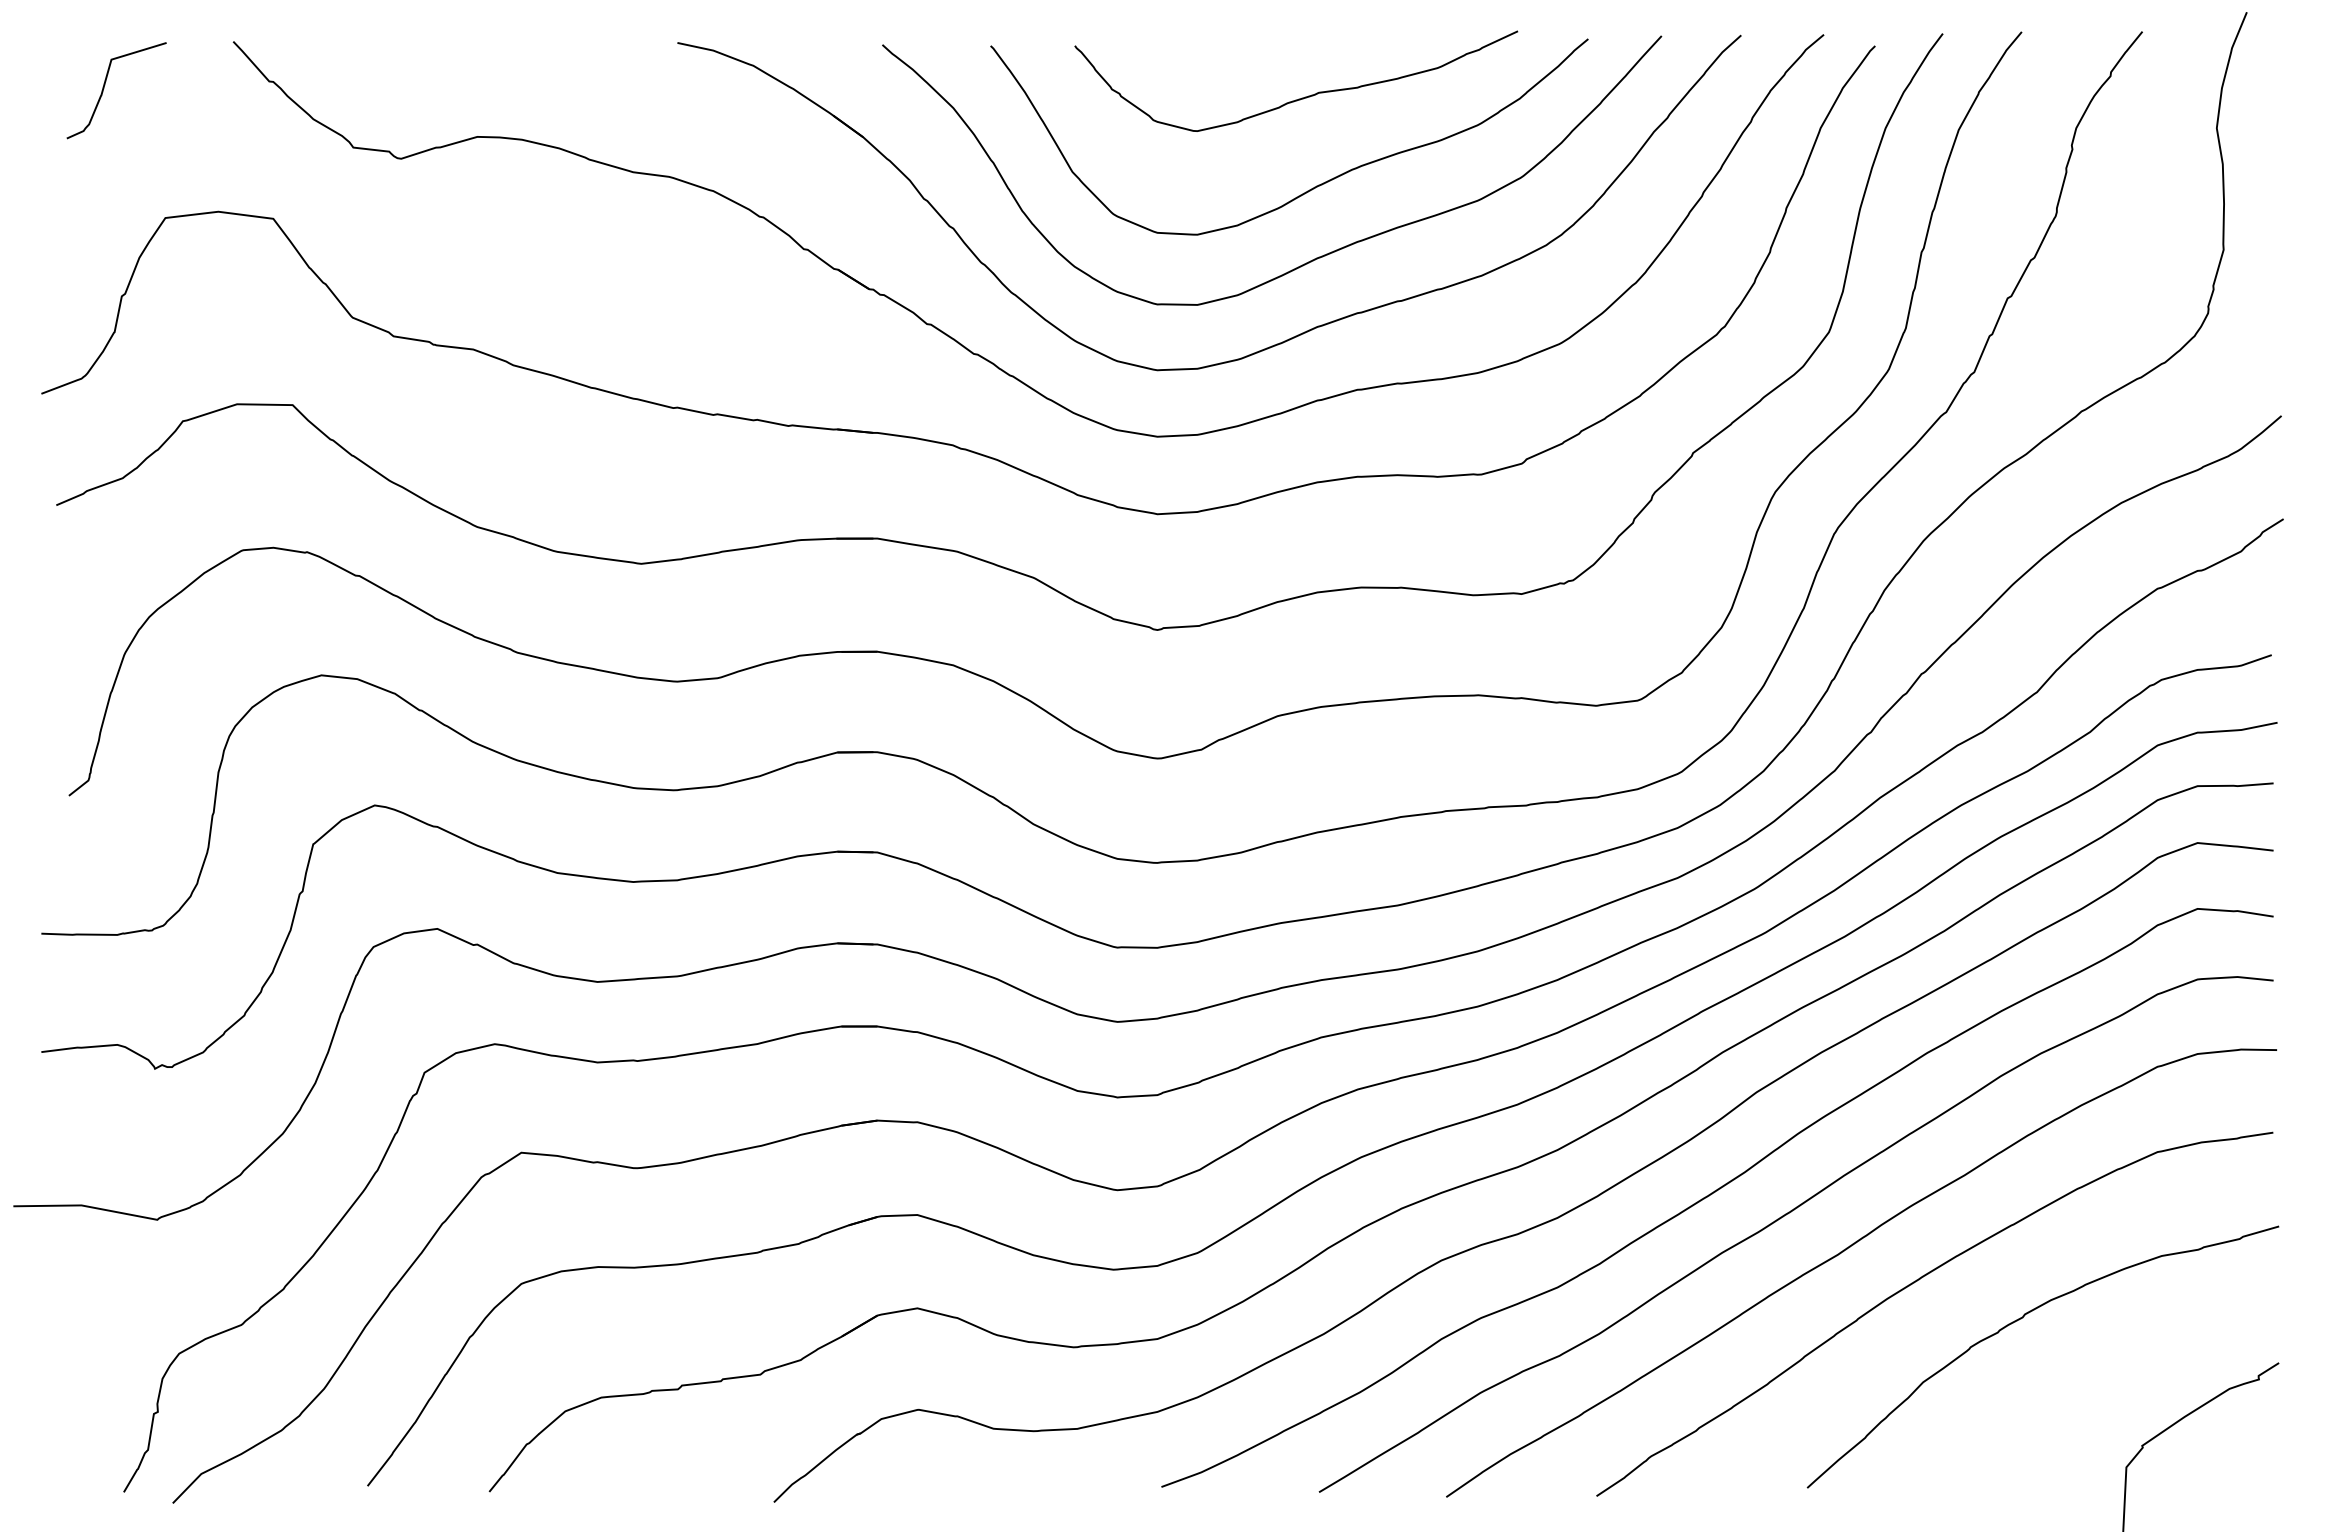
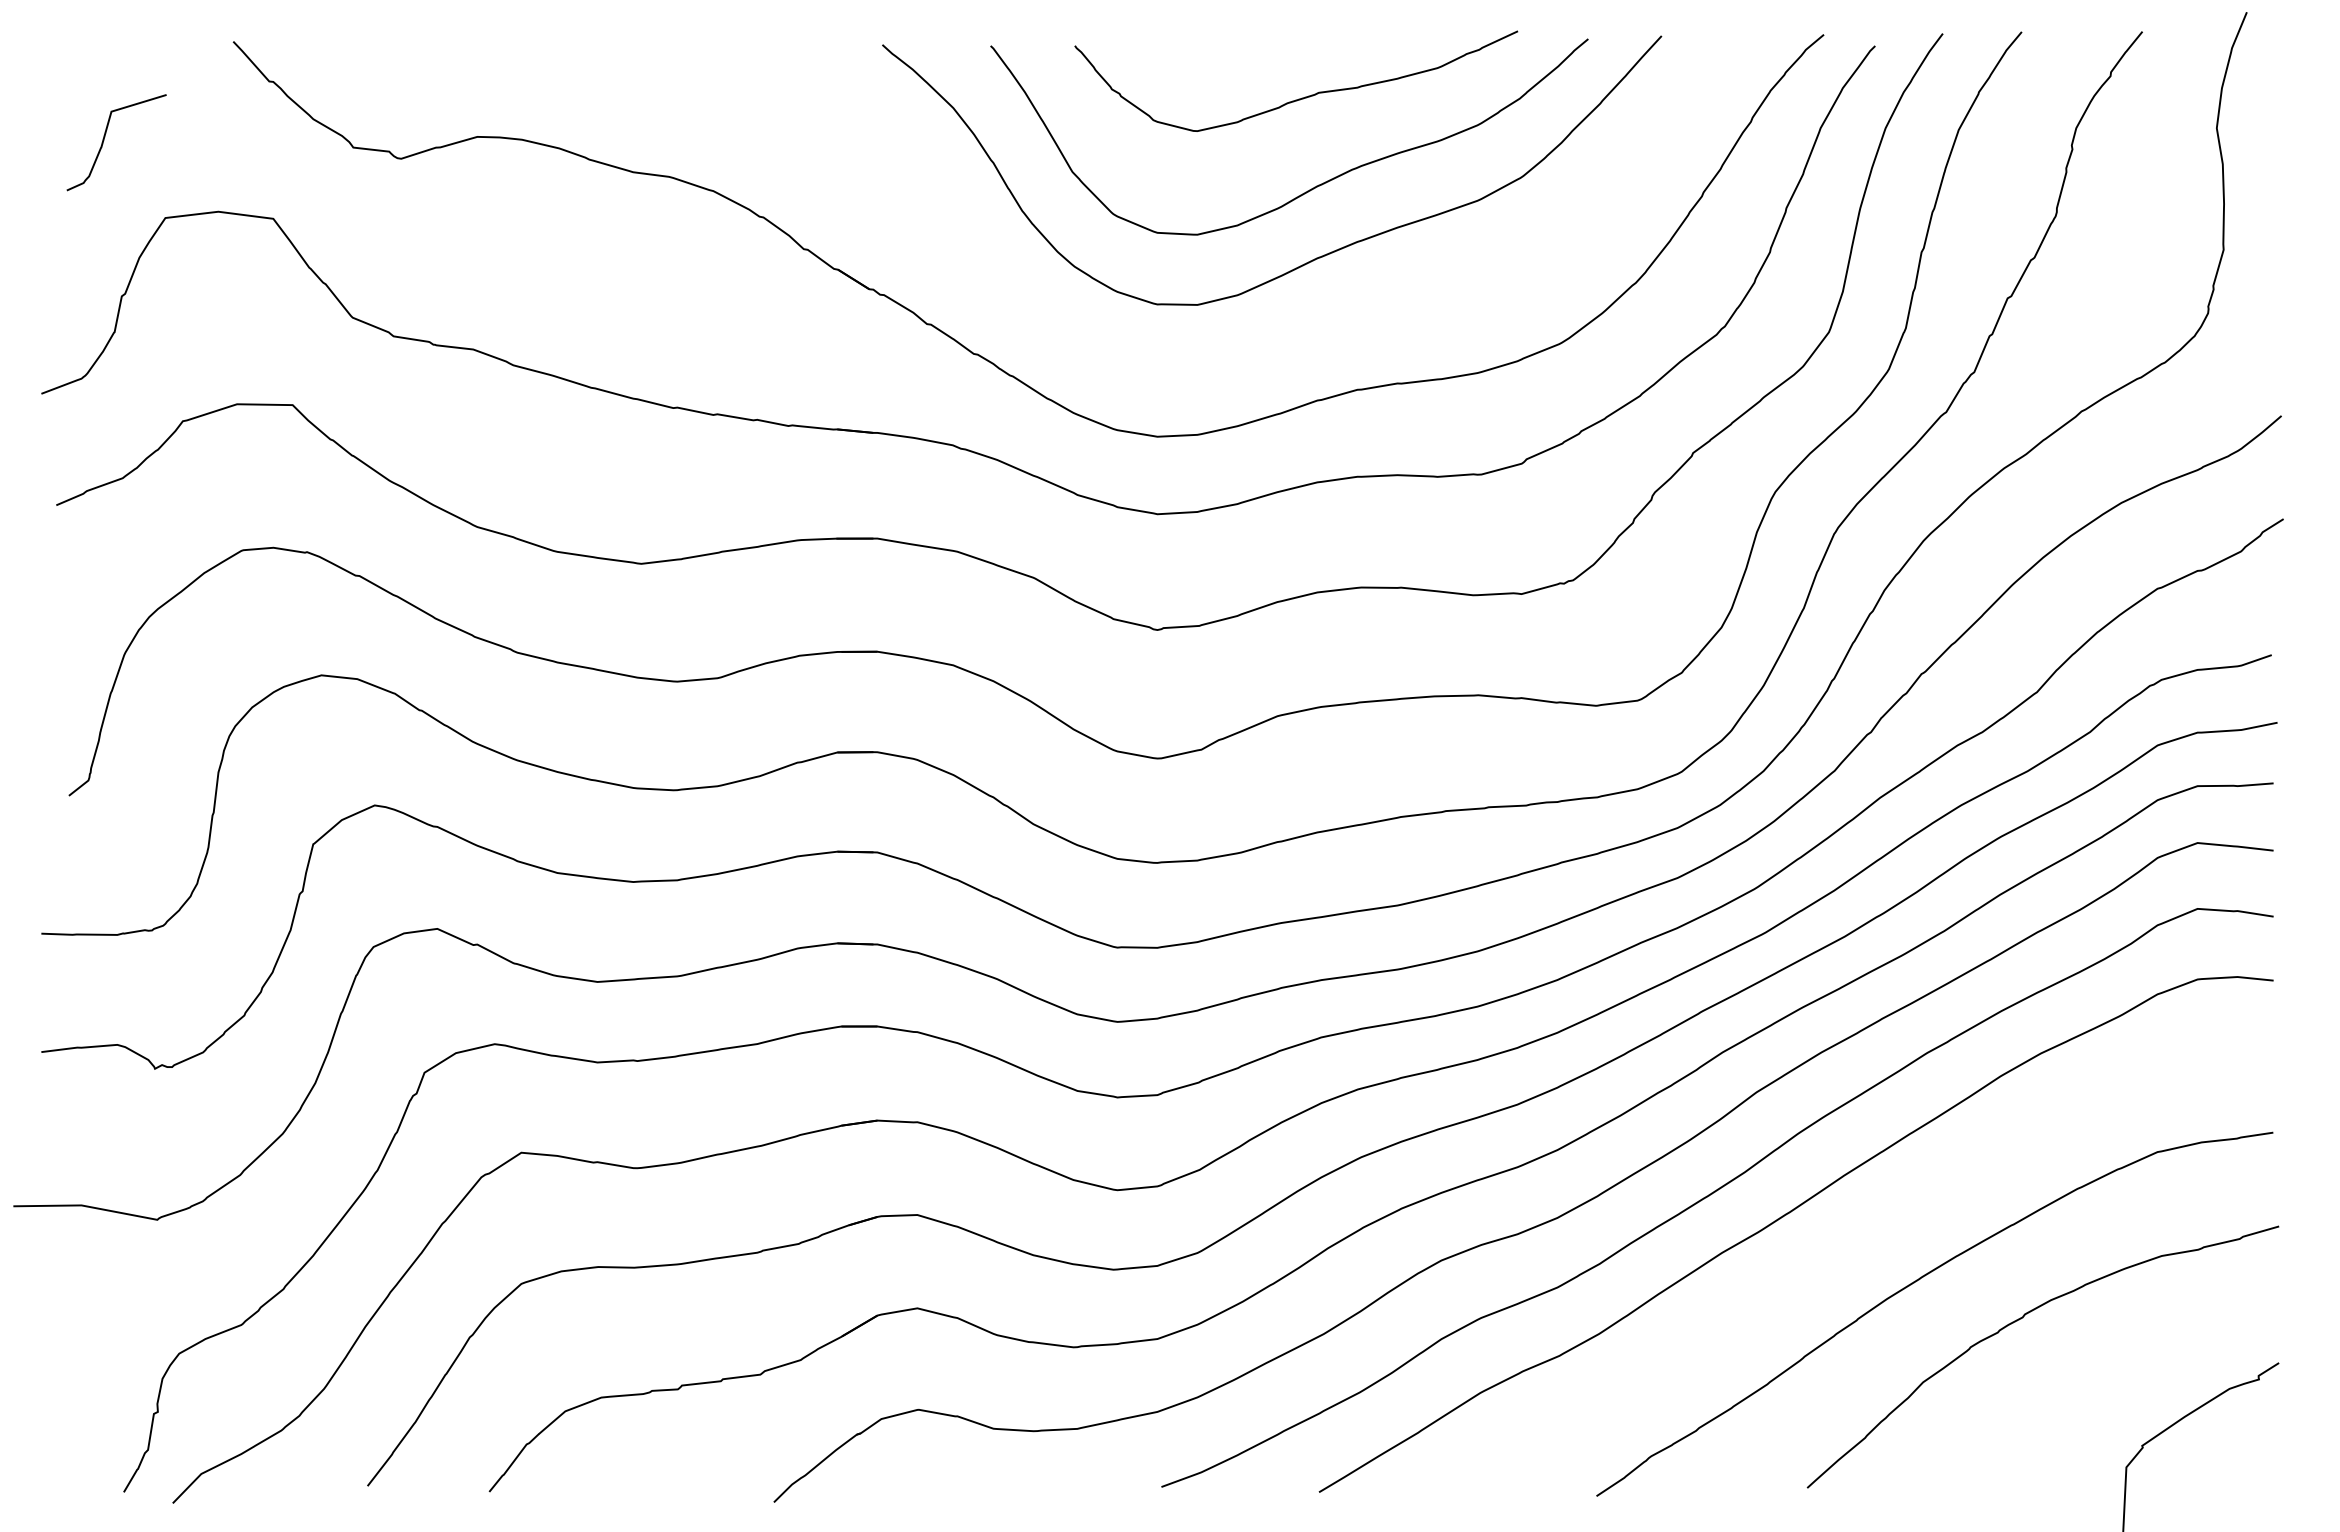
curve at (105, 85) position: (105, 85) -> (105, 137)
part at (1266, 347): present -> none
curve at (1843, 1252): present -> none
